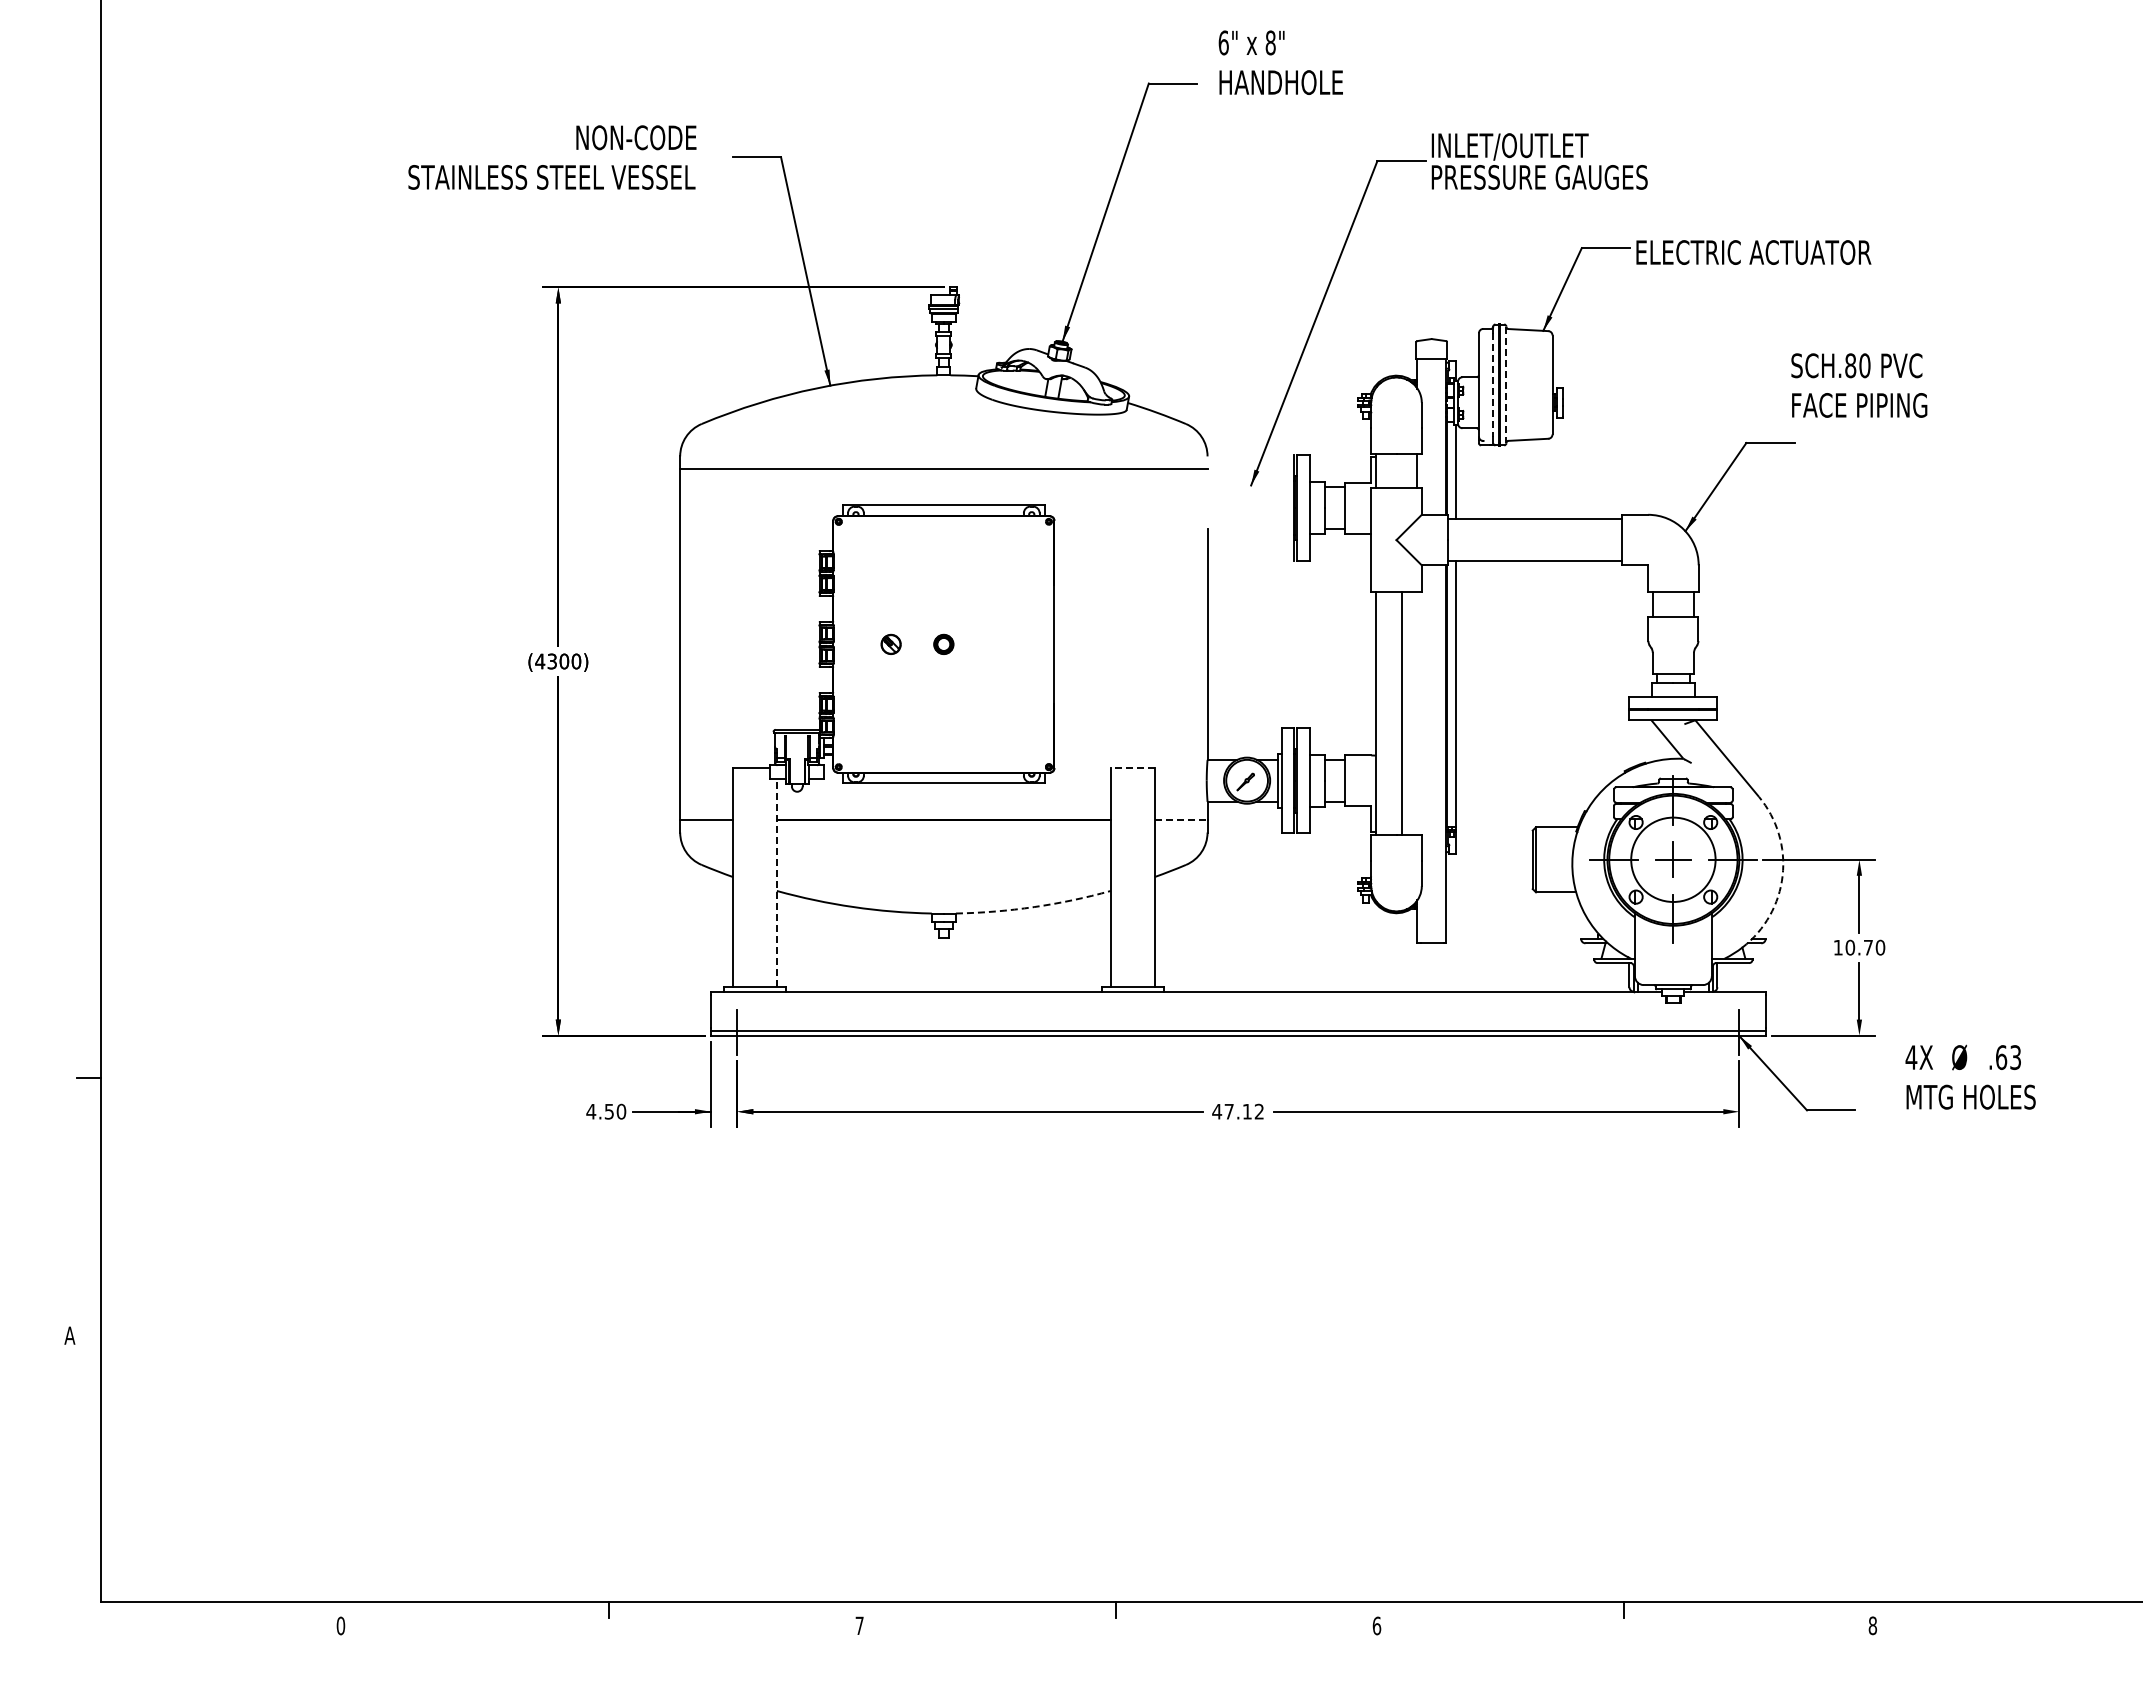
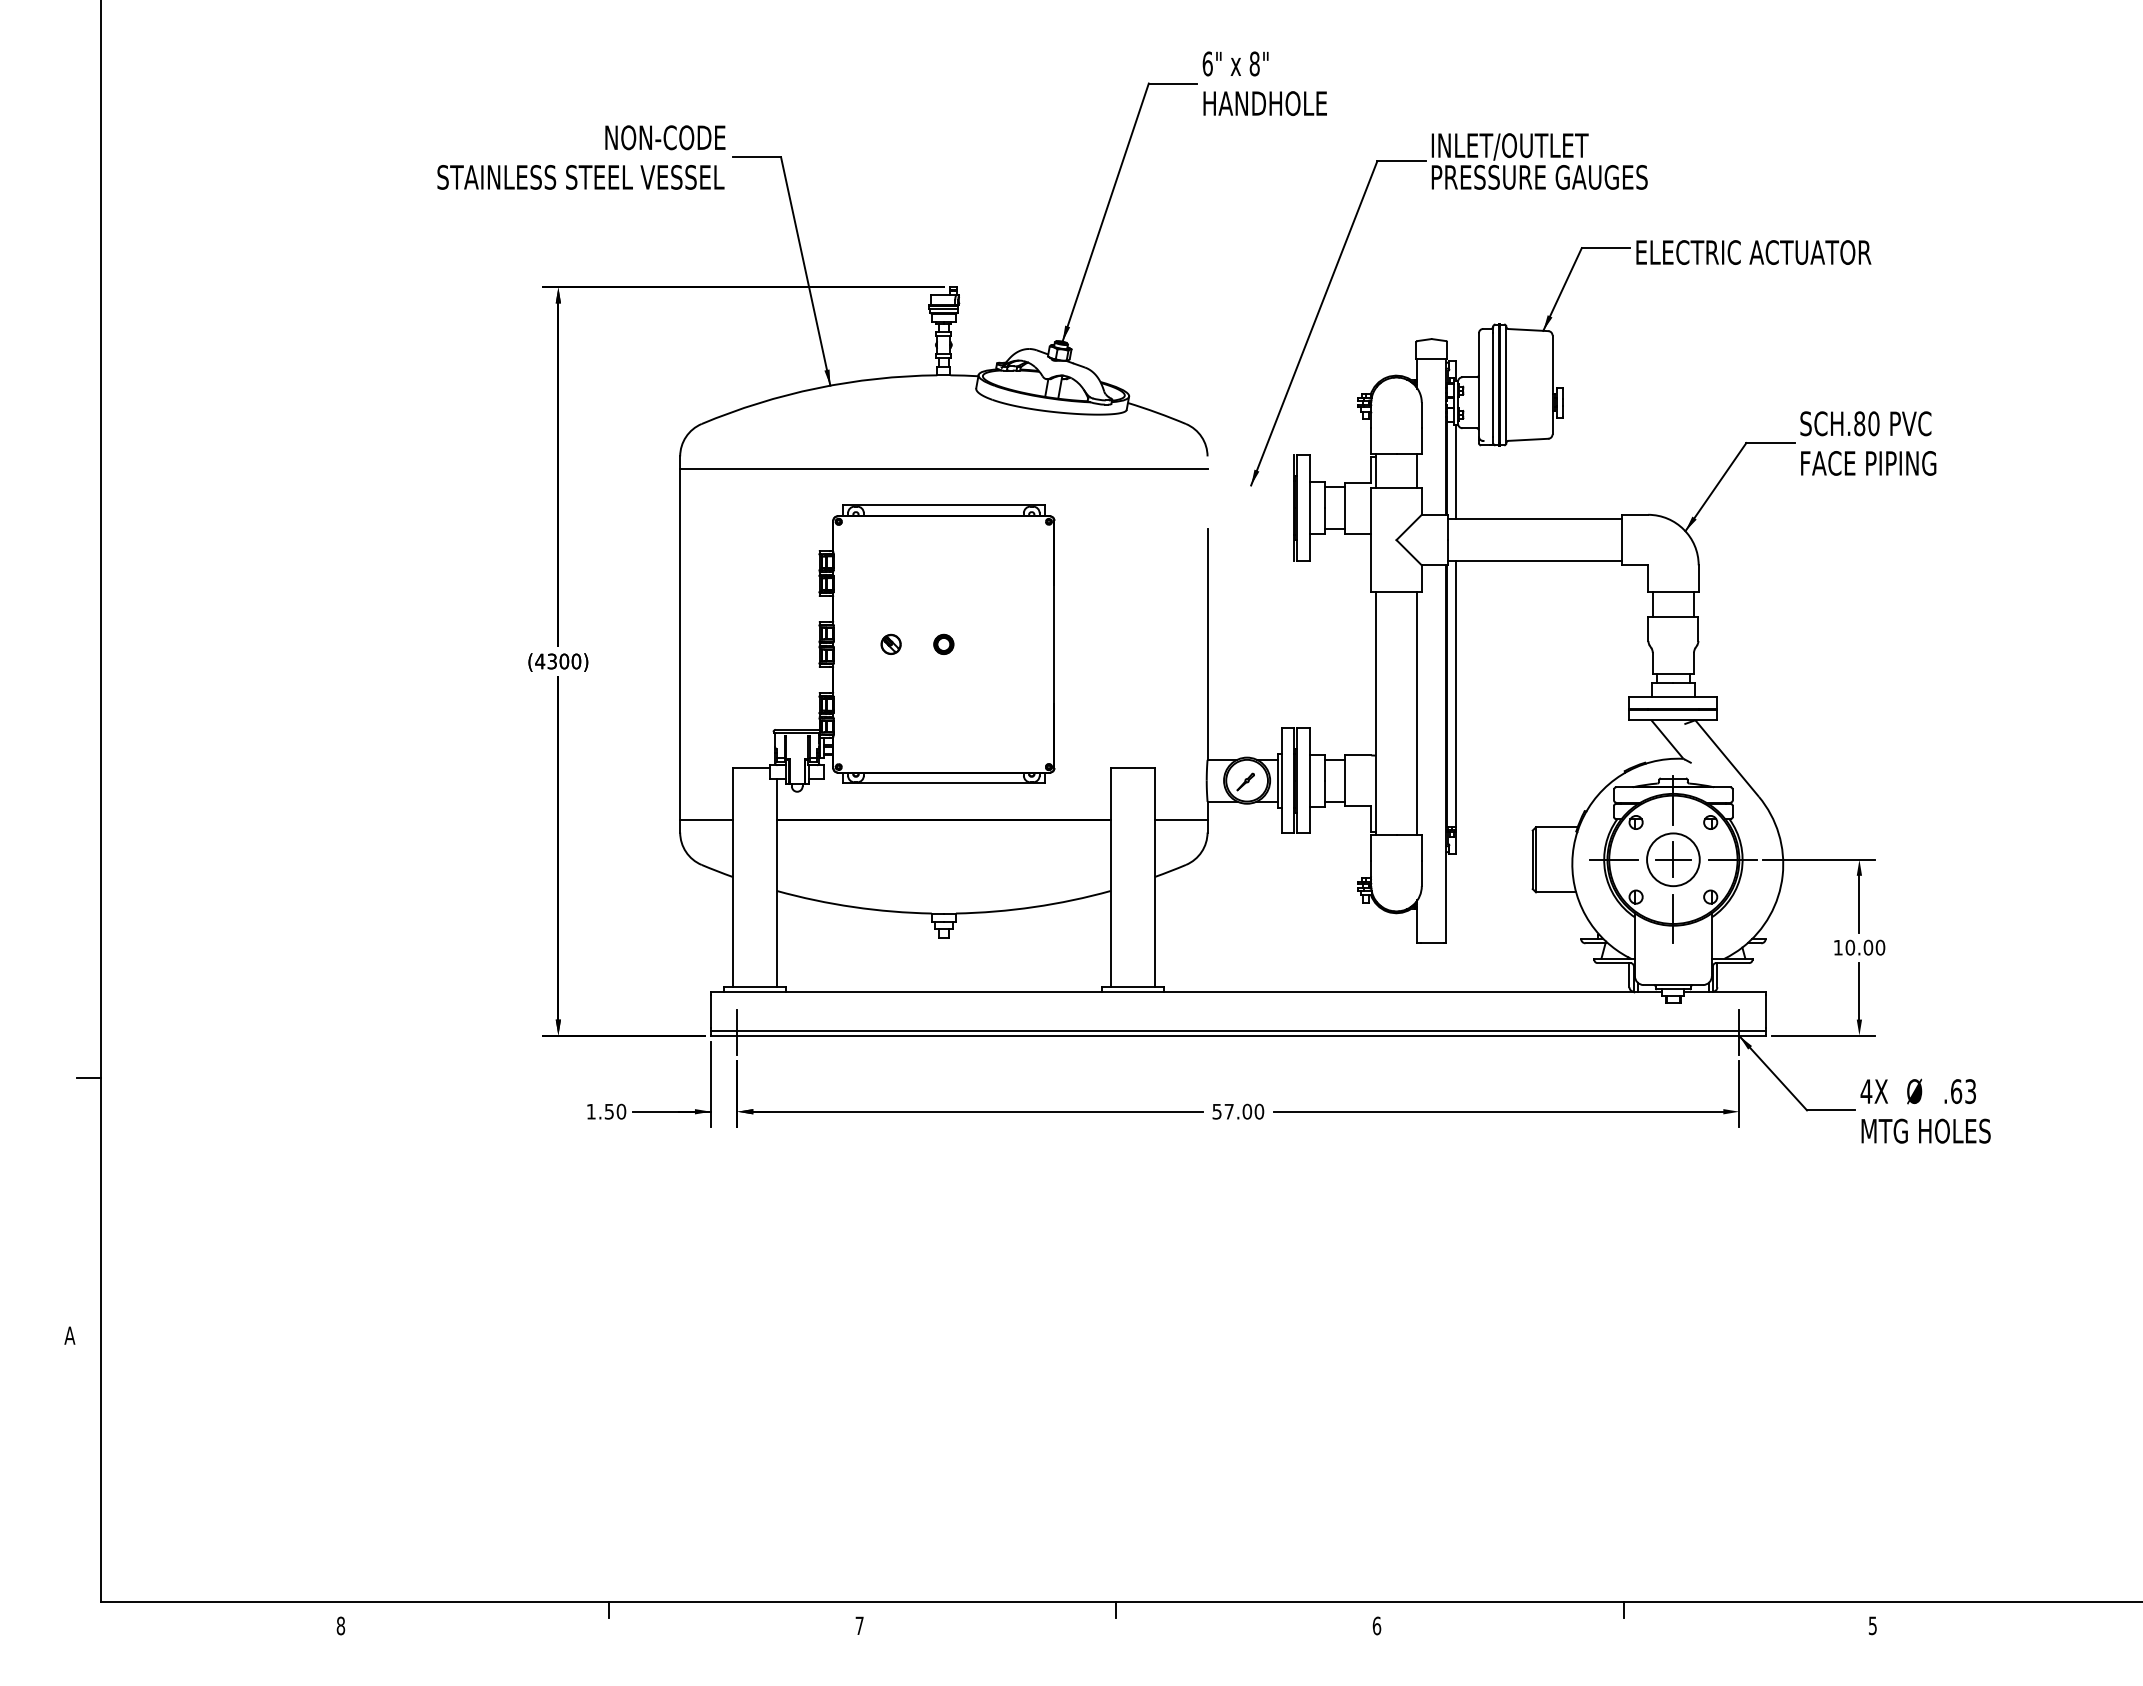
text at (1280, 62) position: (1280, 62) -> (1264, 83)
text at (552, 157) position: (552, 157) -> (581, 157)
line at (1493, 384): dashed -> solid
line at (1506, 385): dashed -> solid
text at (1859, 385) position: (1859, 385) -> (1868, 443)
line at (1402, 712) position: (1402, 712) -> (1417, 712)
line at (1132, 767): dashed -> solid
line at (1181, 820): dashed -> solid
circle at (1673, 859) diameter: 84 px -> 53 px
arc at (1782, 875): dashed -> solid
line at (776, 882): dashed -> solid
arc at (1034, 907): dashed -> solid
text at (1868, 947): 10.70 -> 10.00
text at (1970, 1076) position: (1970, 1076) -> (1925, 1110)
text at (591, 1111): 4.50 -> 1.50
text at (1238, 1111): 47.12 -> 57.00
text at (340, 1625): 0 -> 8
text at (1872, 1625): 8 -> 5
